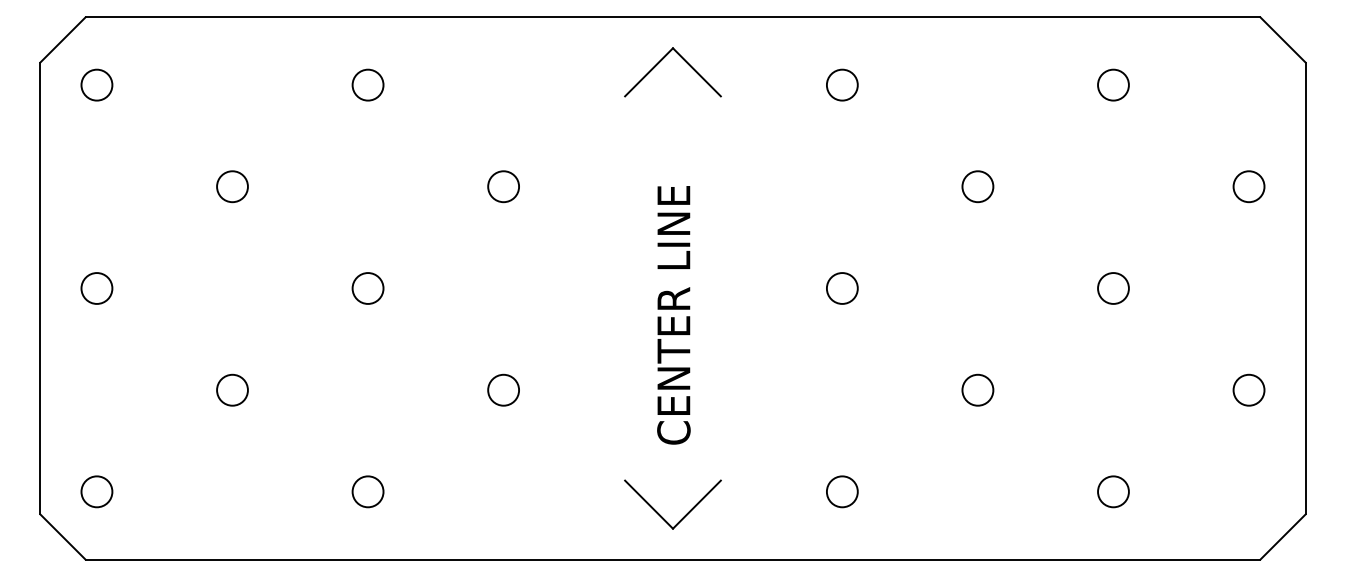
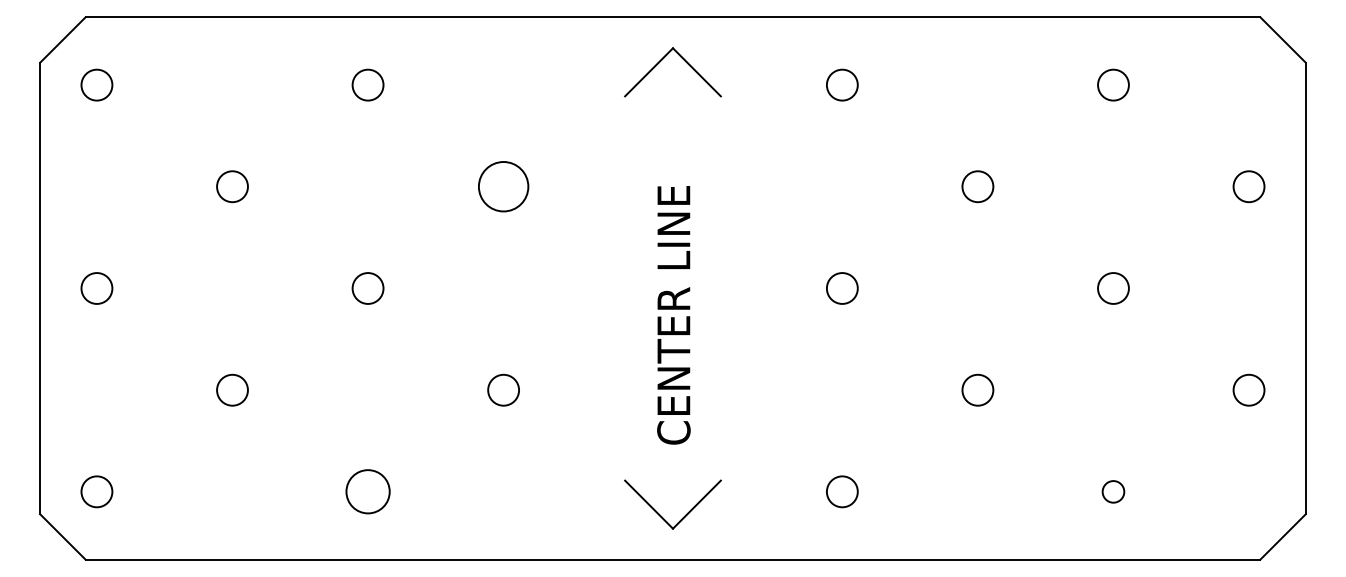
circle at (503, 186) diameter: 31 px -> 49 px
circle at (367, 491) size: 34x34 px -> 46x46 px
circle at (1113, 491) size: 33x34 px -> 25x24 px
